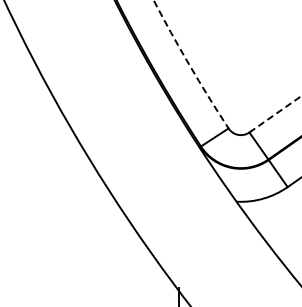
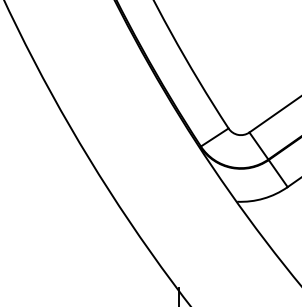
arc at (190, 66): dashed -> solid
line at (275, 114): dashed -> solid
